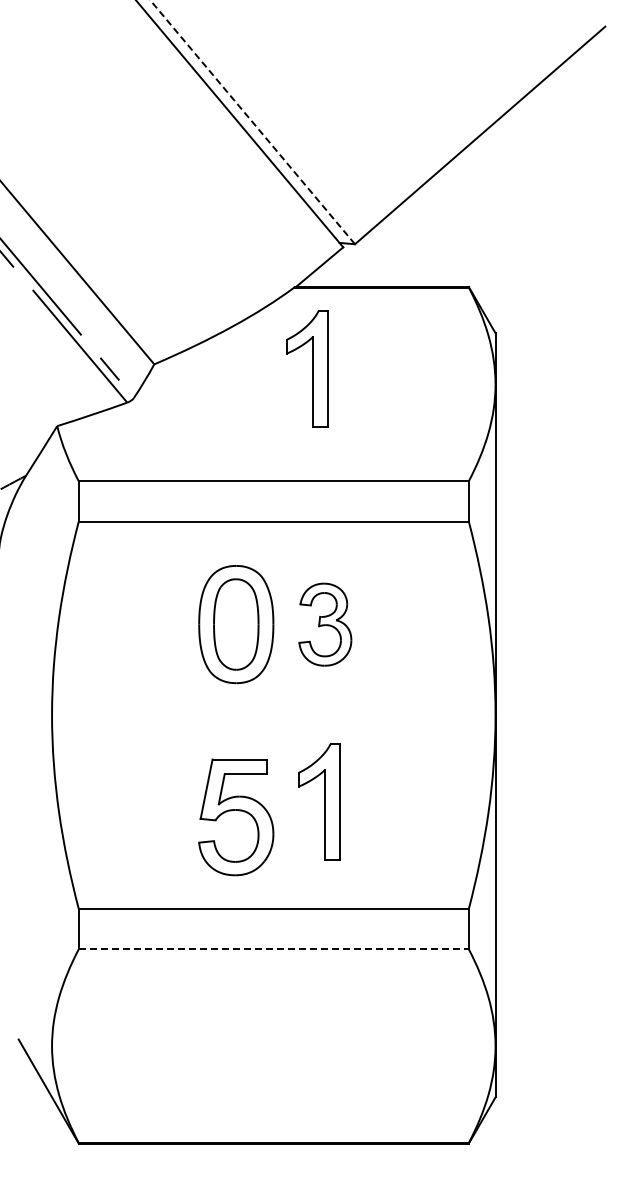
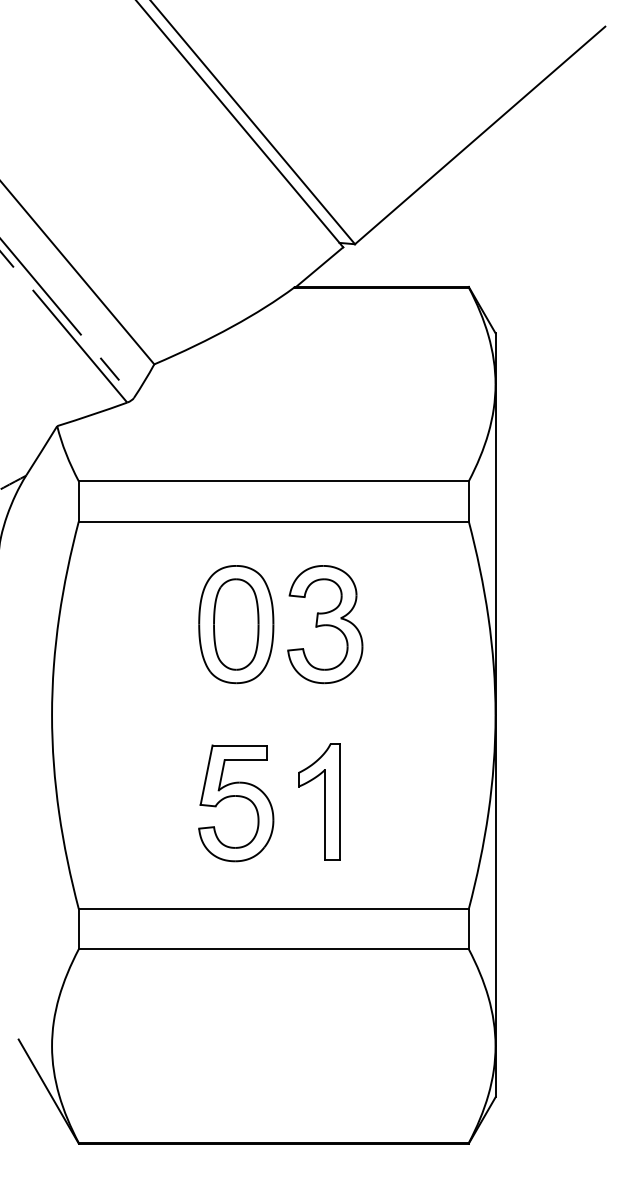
line at (252, 122): dashed -> solid
part at (307, 368): present -> none
part at (325, 624) size: 55x85 px -> 77x120 px
part at (239, 811) position: (239, 811) -> (239, 797)
line at (274, 949): dashed -> solid
